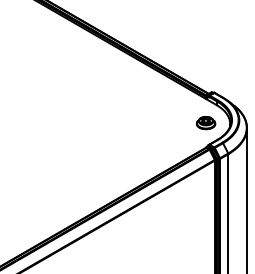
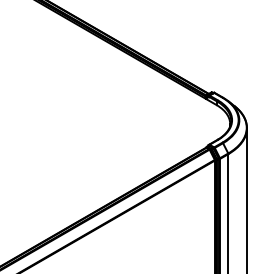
part at (206, 123): present -> none
